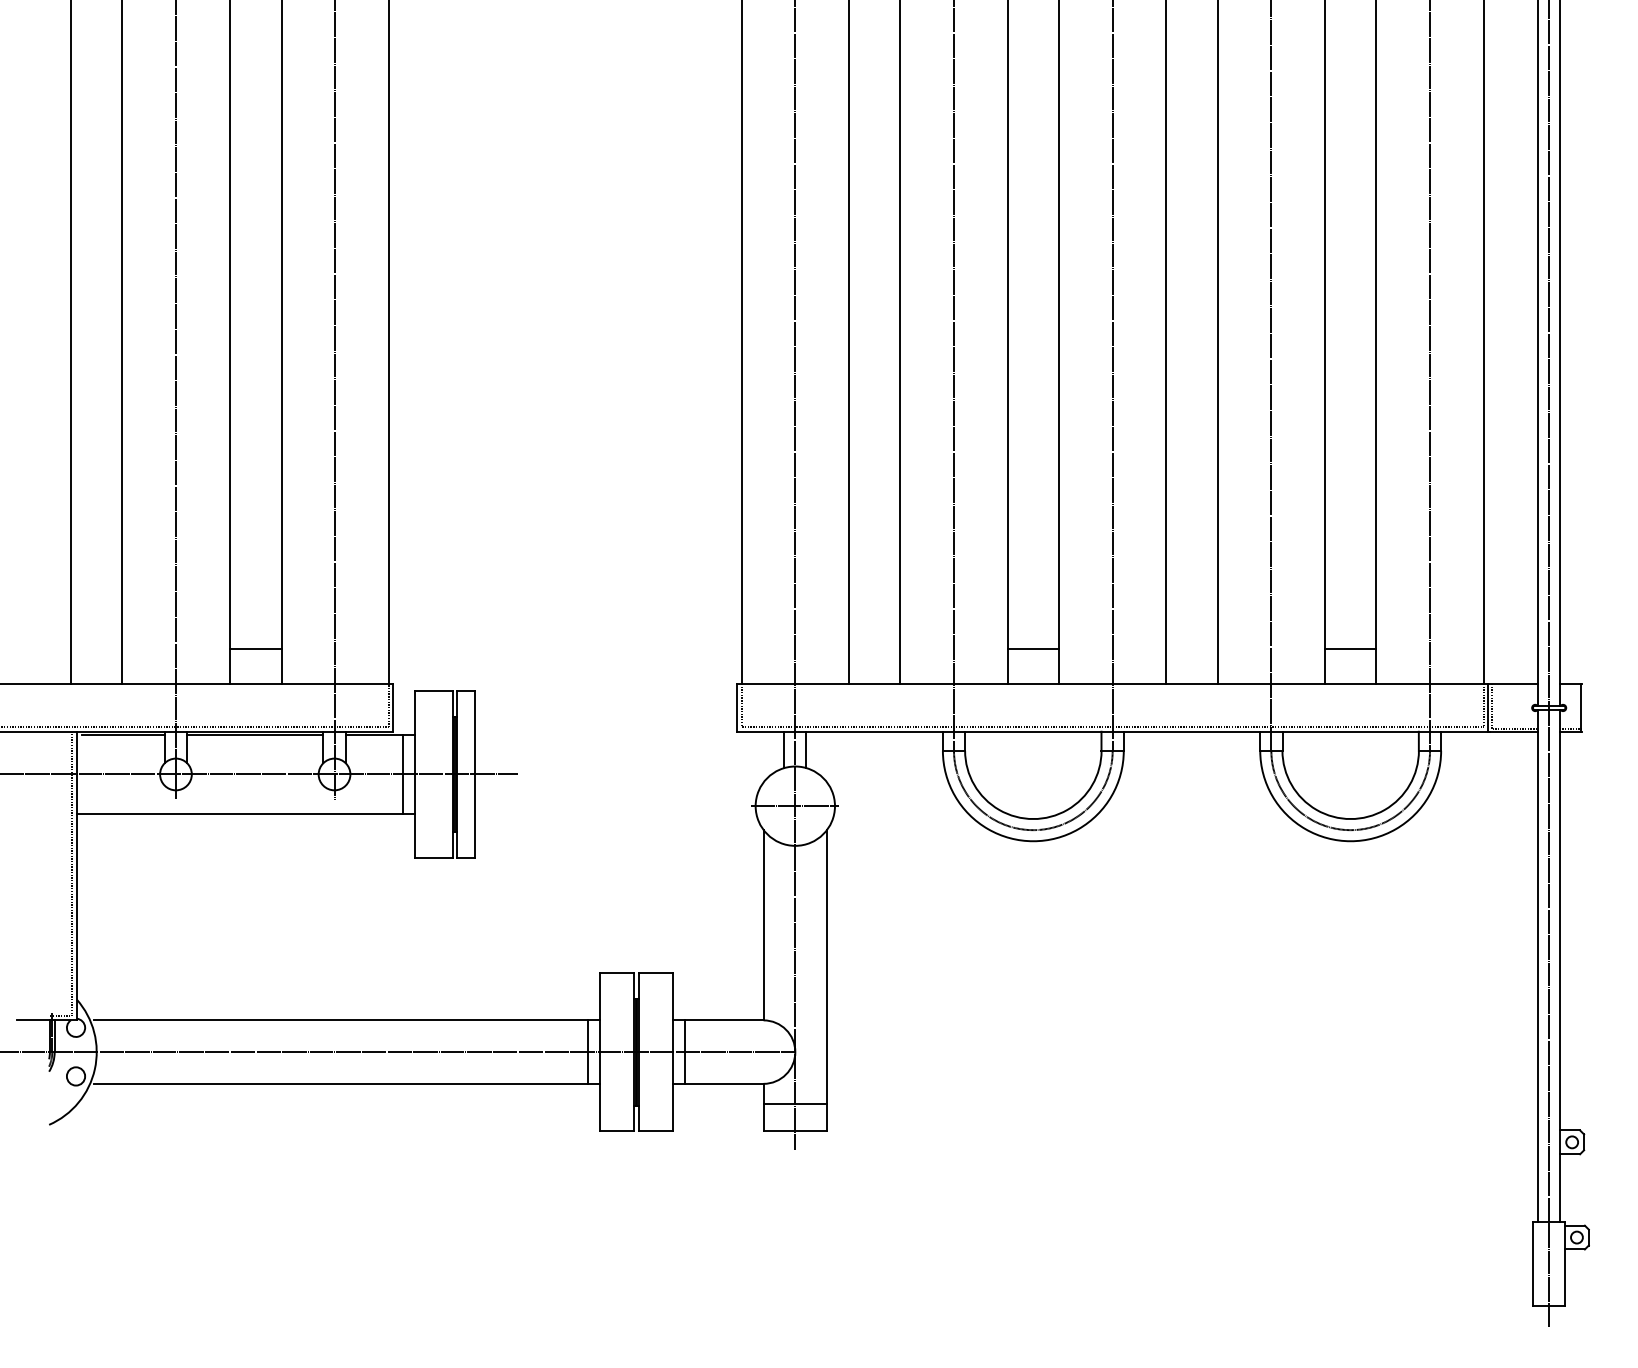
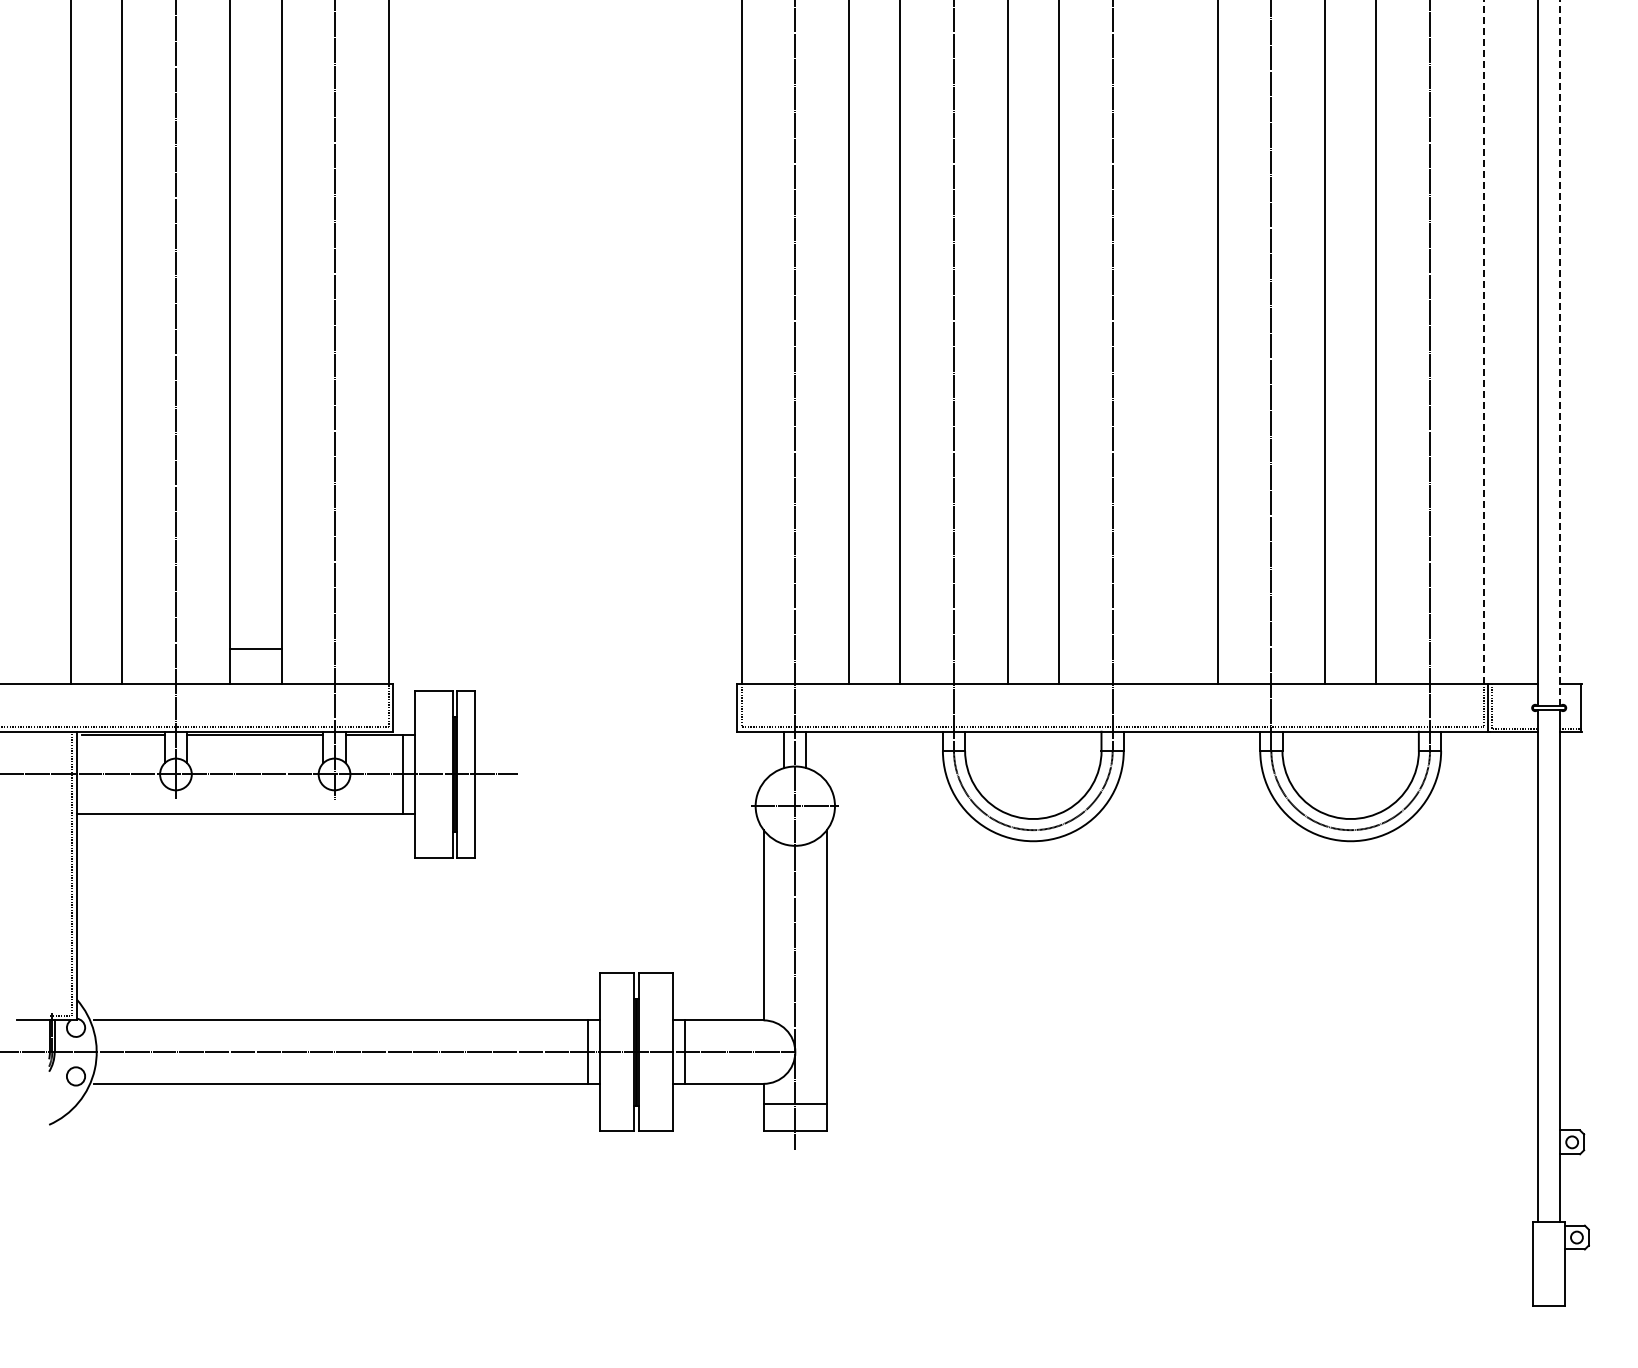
line at (1483, 342): solid -> dashed
line at (1166, 343): present -> none
line at (1560, 352): solid -> dashed
line at (1033, 649): present -> none
line at (1350, 649): present -> none
line at (1549, 664): present -> none
